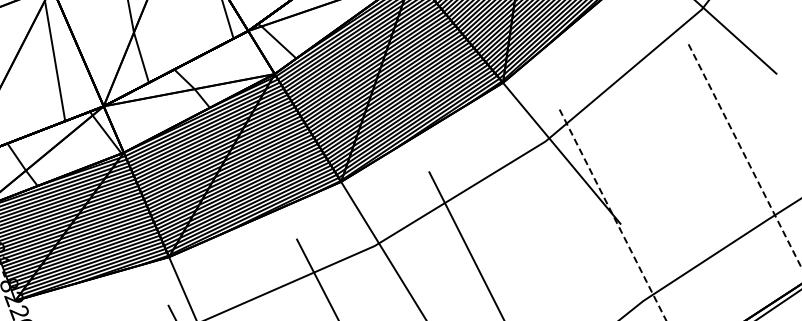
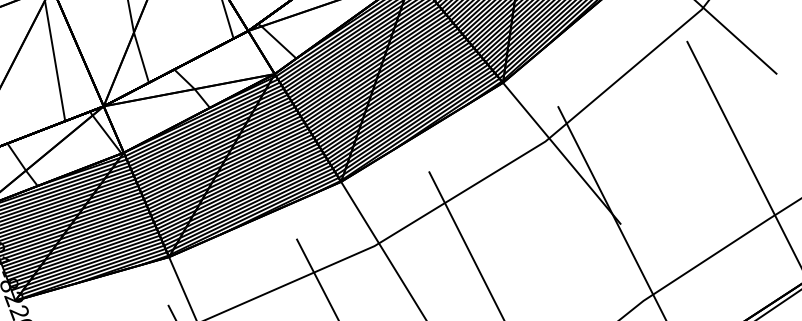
line at (744, 154): dashed -> solid
line at (612, 213): dashed -> solid
